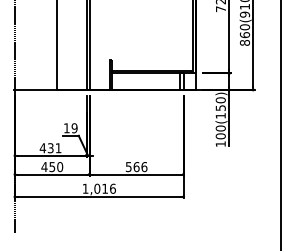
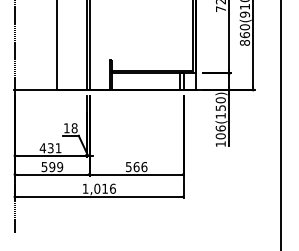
text at (74, 128): 19 -> 18
text at (220, 128): 100(150) -> 106(150)
text at (51, 167): 450 -> 599
